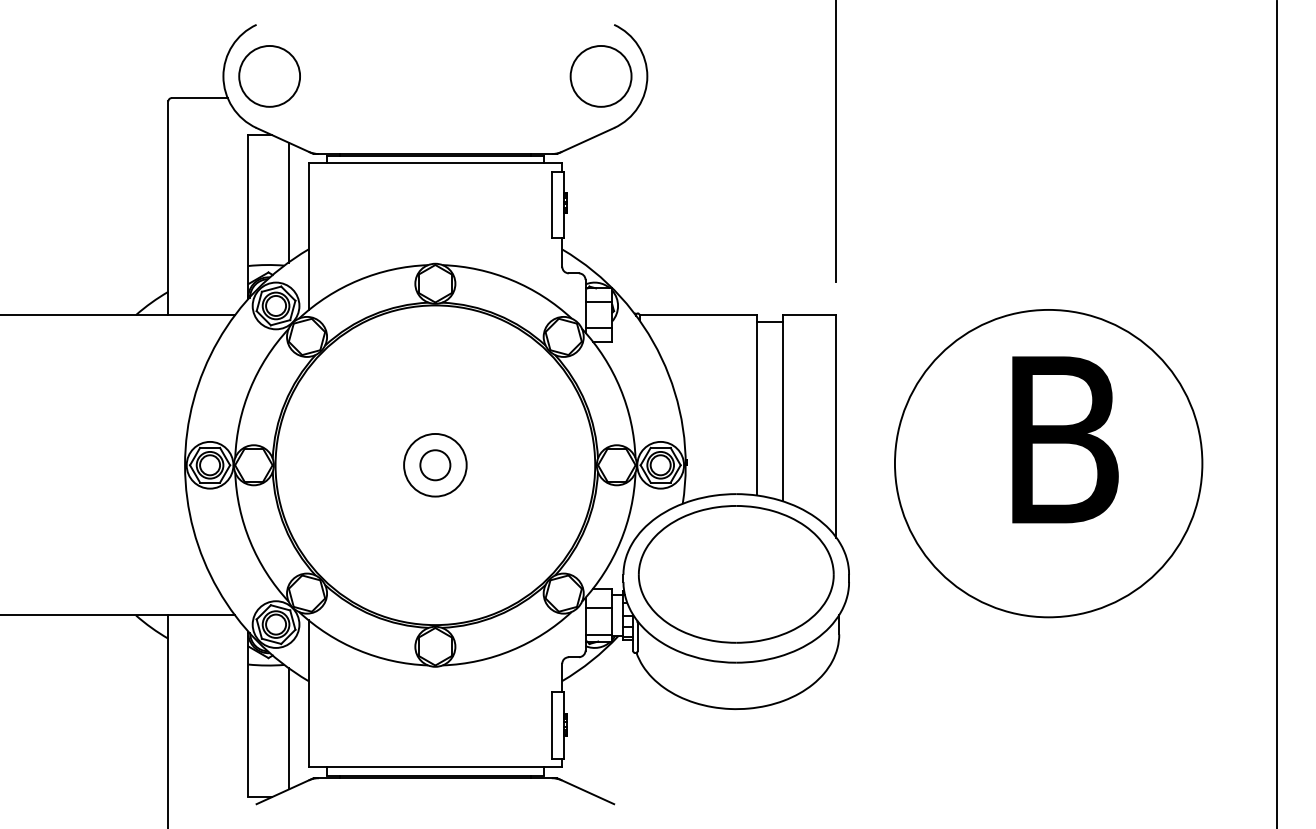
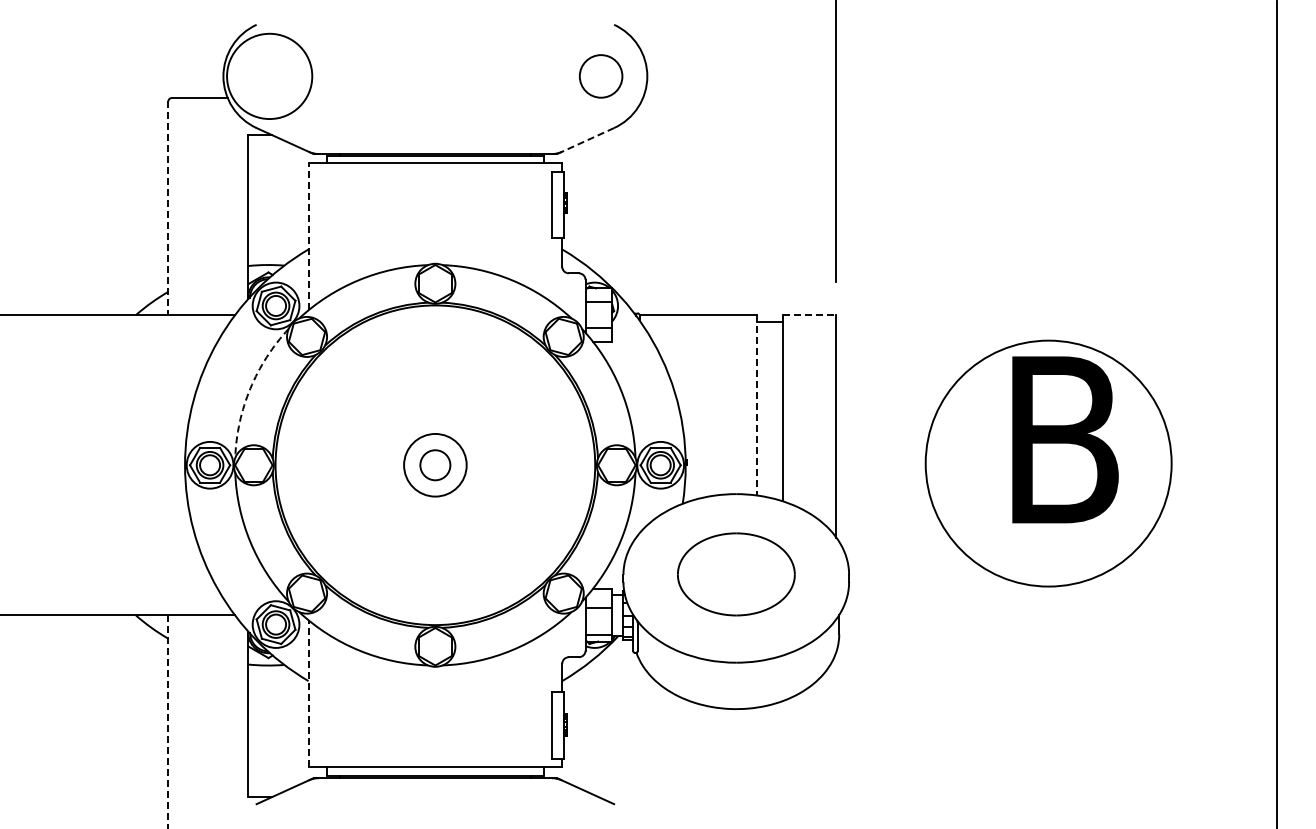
circle at (269, 75) diameter: 61 px -> 85 px
circle at (600, 75) diameter: 61 px -> 43 px
line at (586, 140): solid -> dashed
line at (288, 202): present -> none
line at (168, 208): solid -> dashed
line at (308, 236): solid -> dashed
line at (809, 315): solid -> dashed
arc at (250, 388): solid -> dashed
line at (756, 405): solid -> dashed
circle at (1048, 463) diameter: 307 px -> 246 px
part at (736, 574) size: 197x139 px -> 119x85 px
line at (308, 693): solid -> dashed
line at (168, 722): solid -> dashed
line at (288, 727): present -> none
